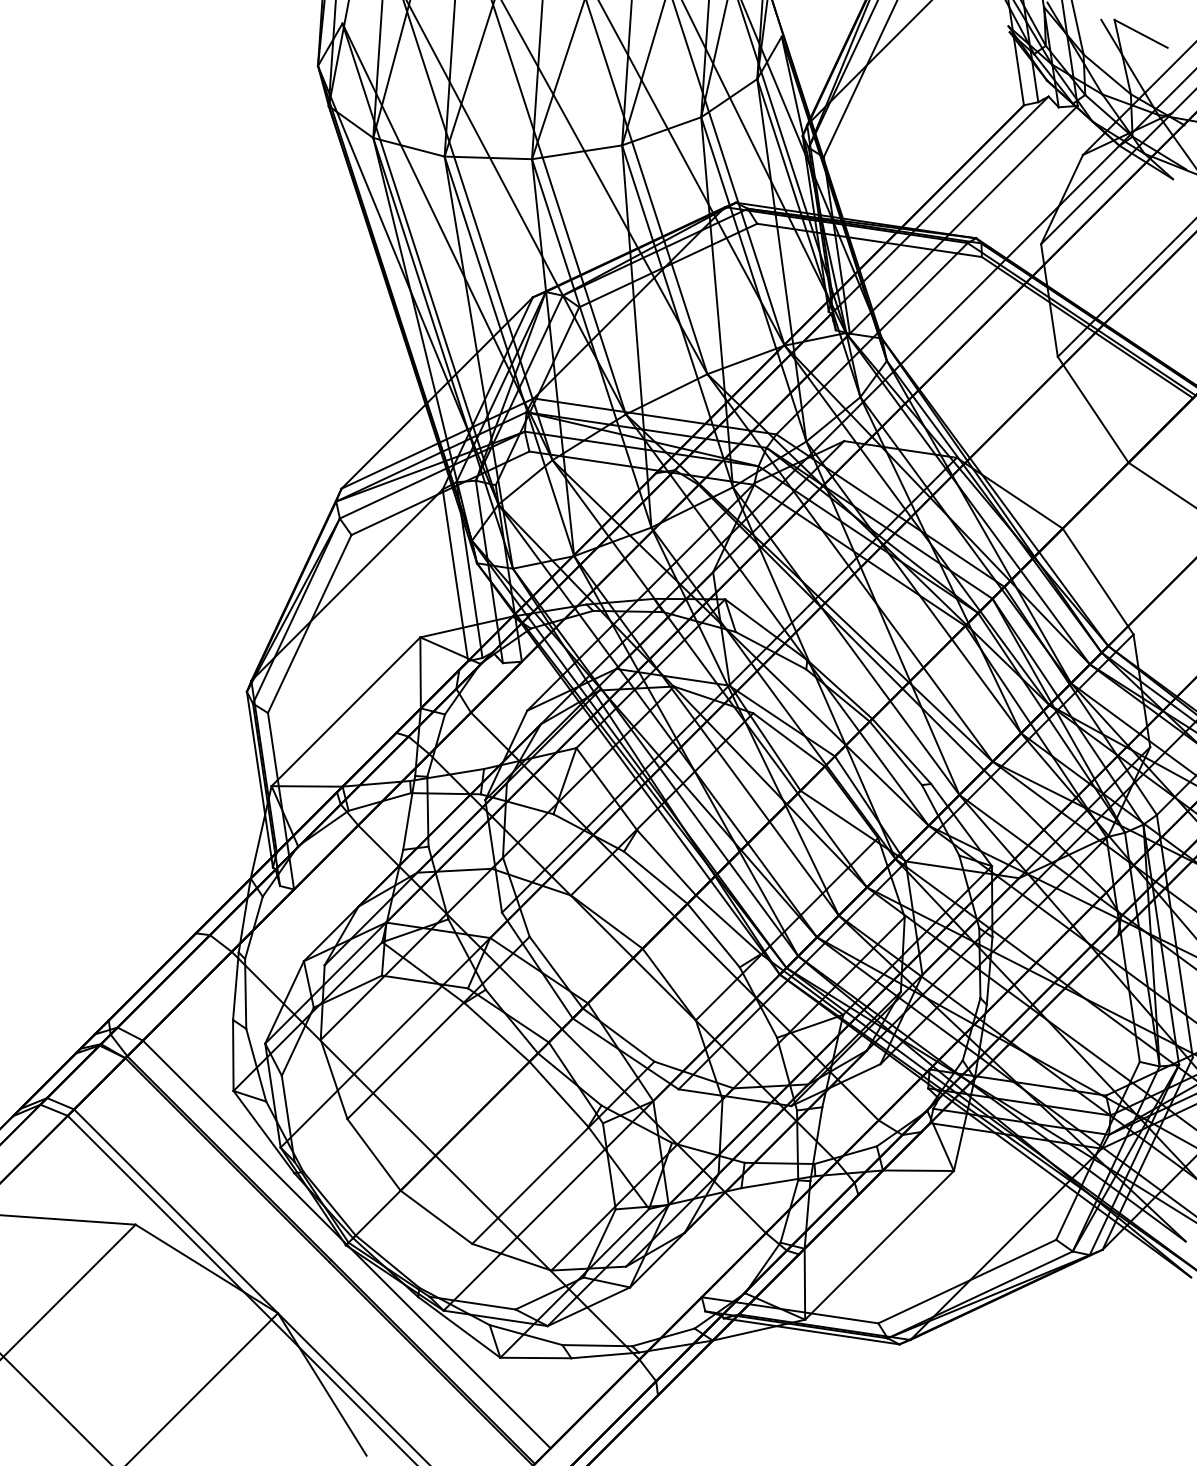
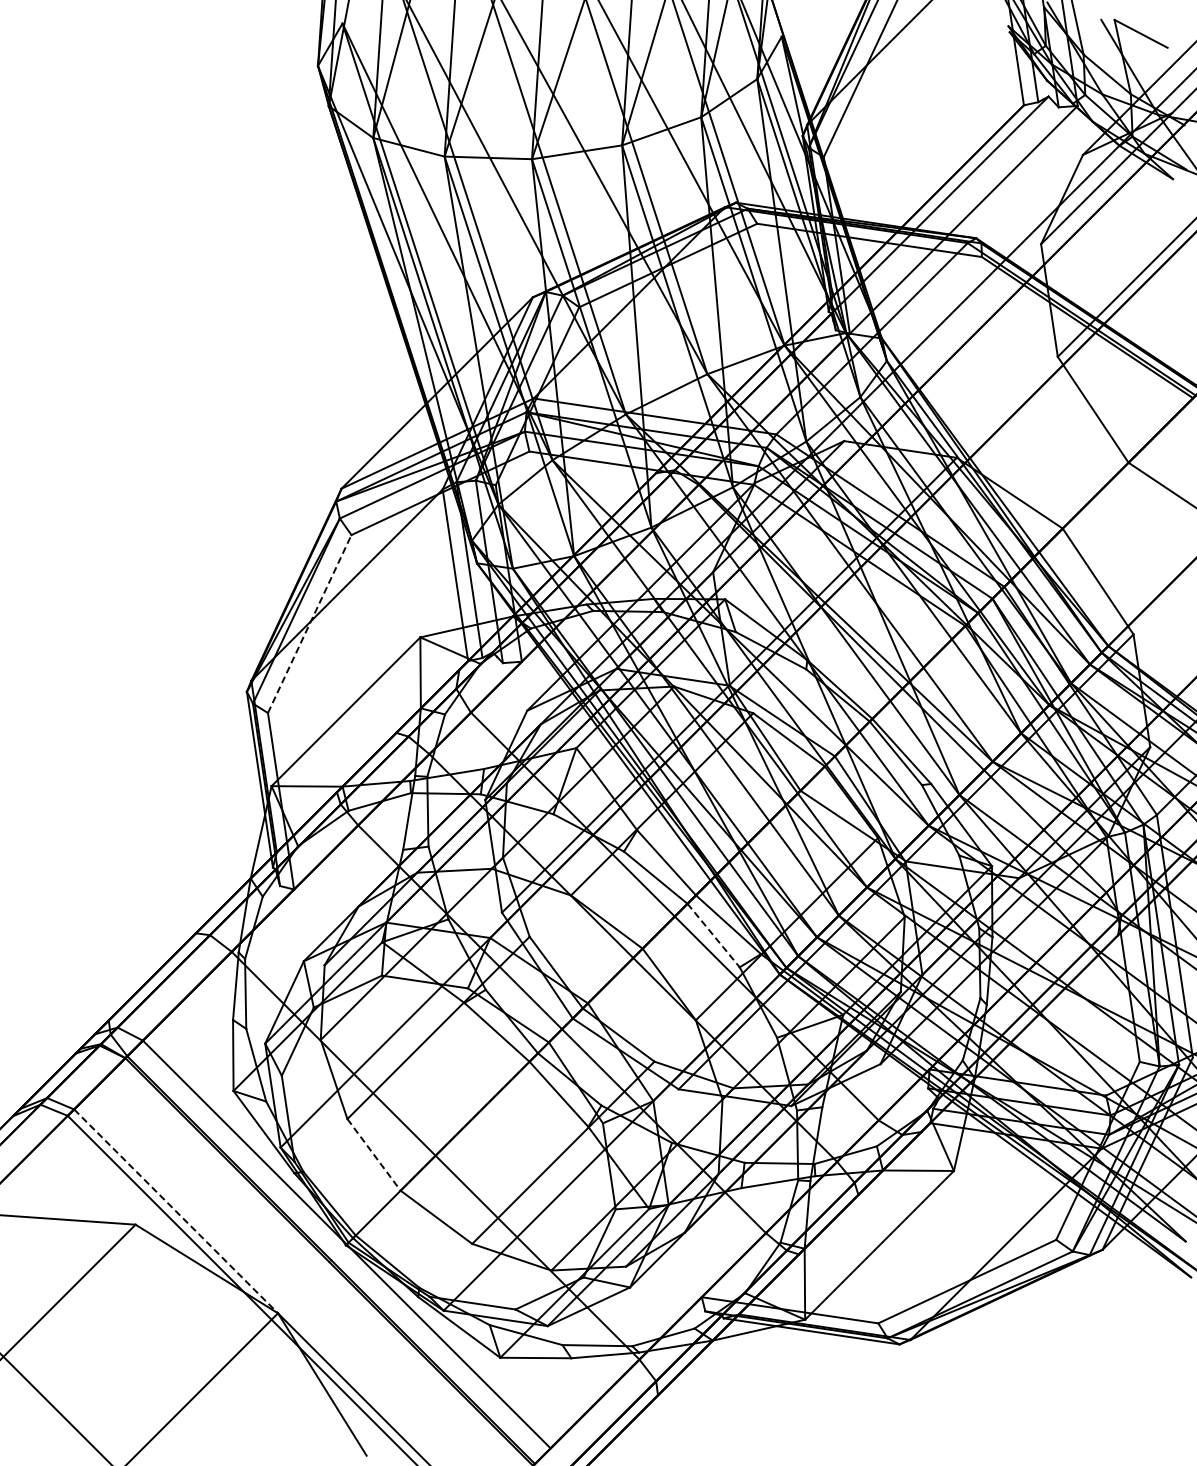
line at (309, 623): solid -> dashed
line at (713, 935): solid -> dashed
line at (374, 1154): solid -> dashed
line at (176, 1211): solid -> dashed
